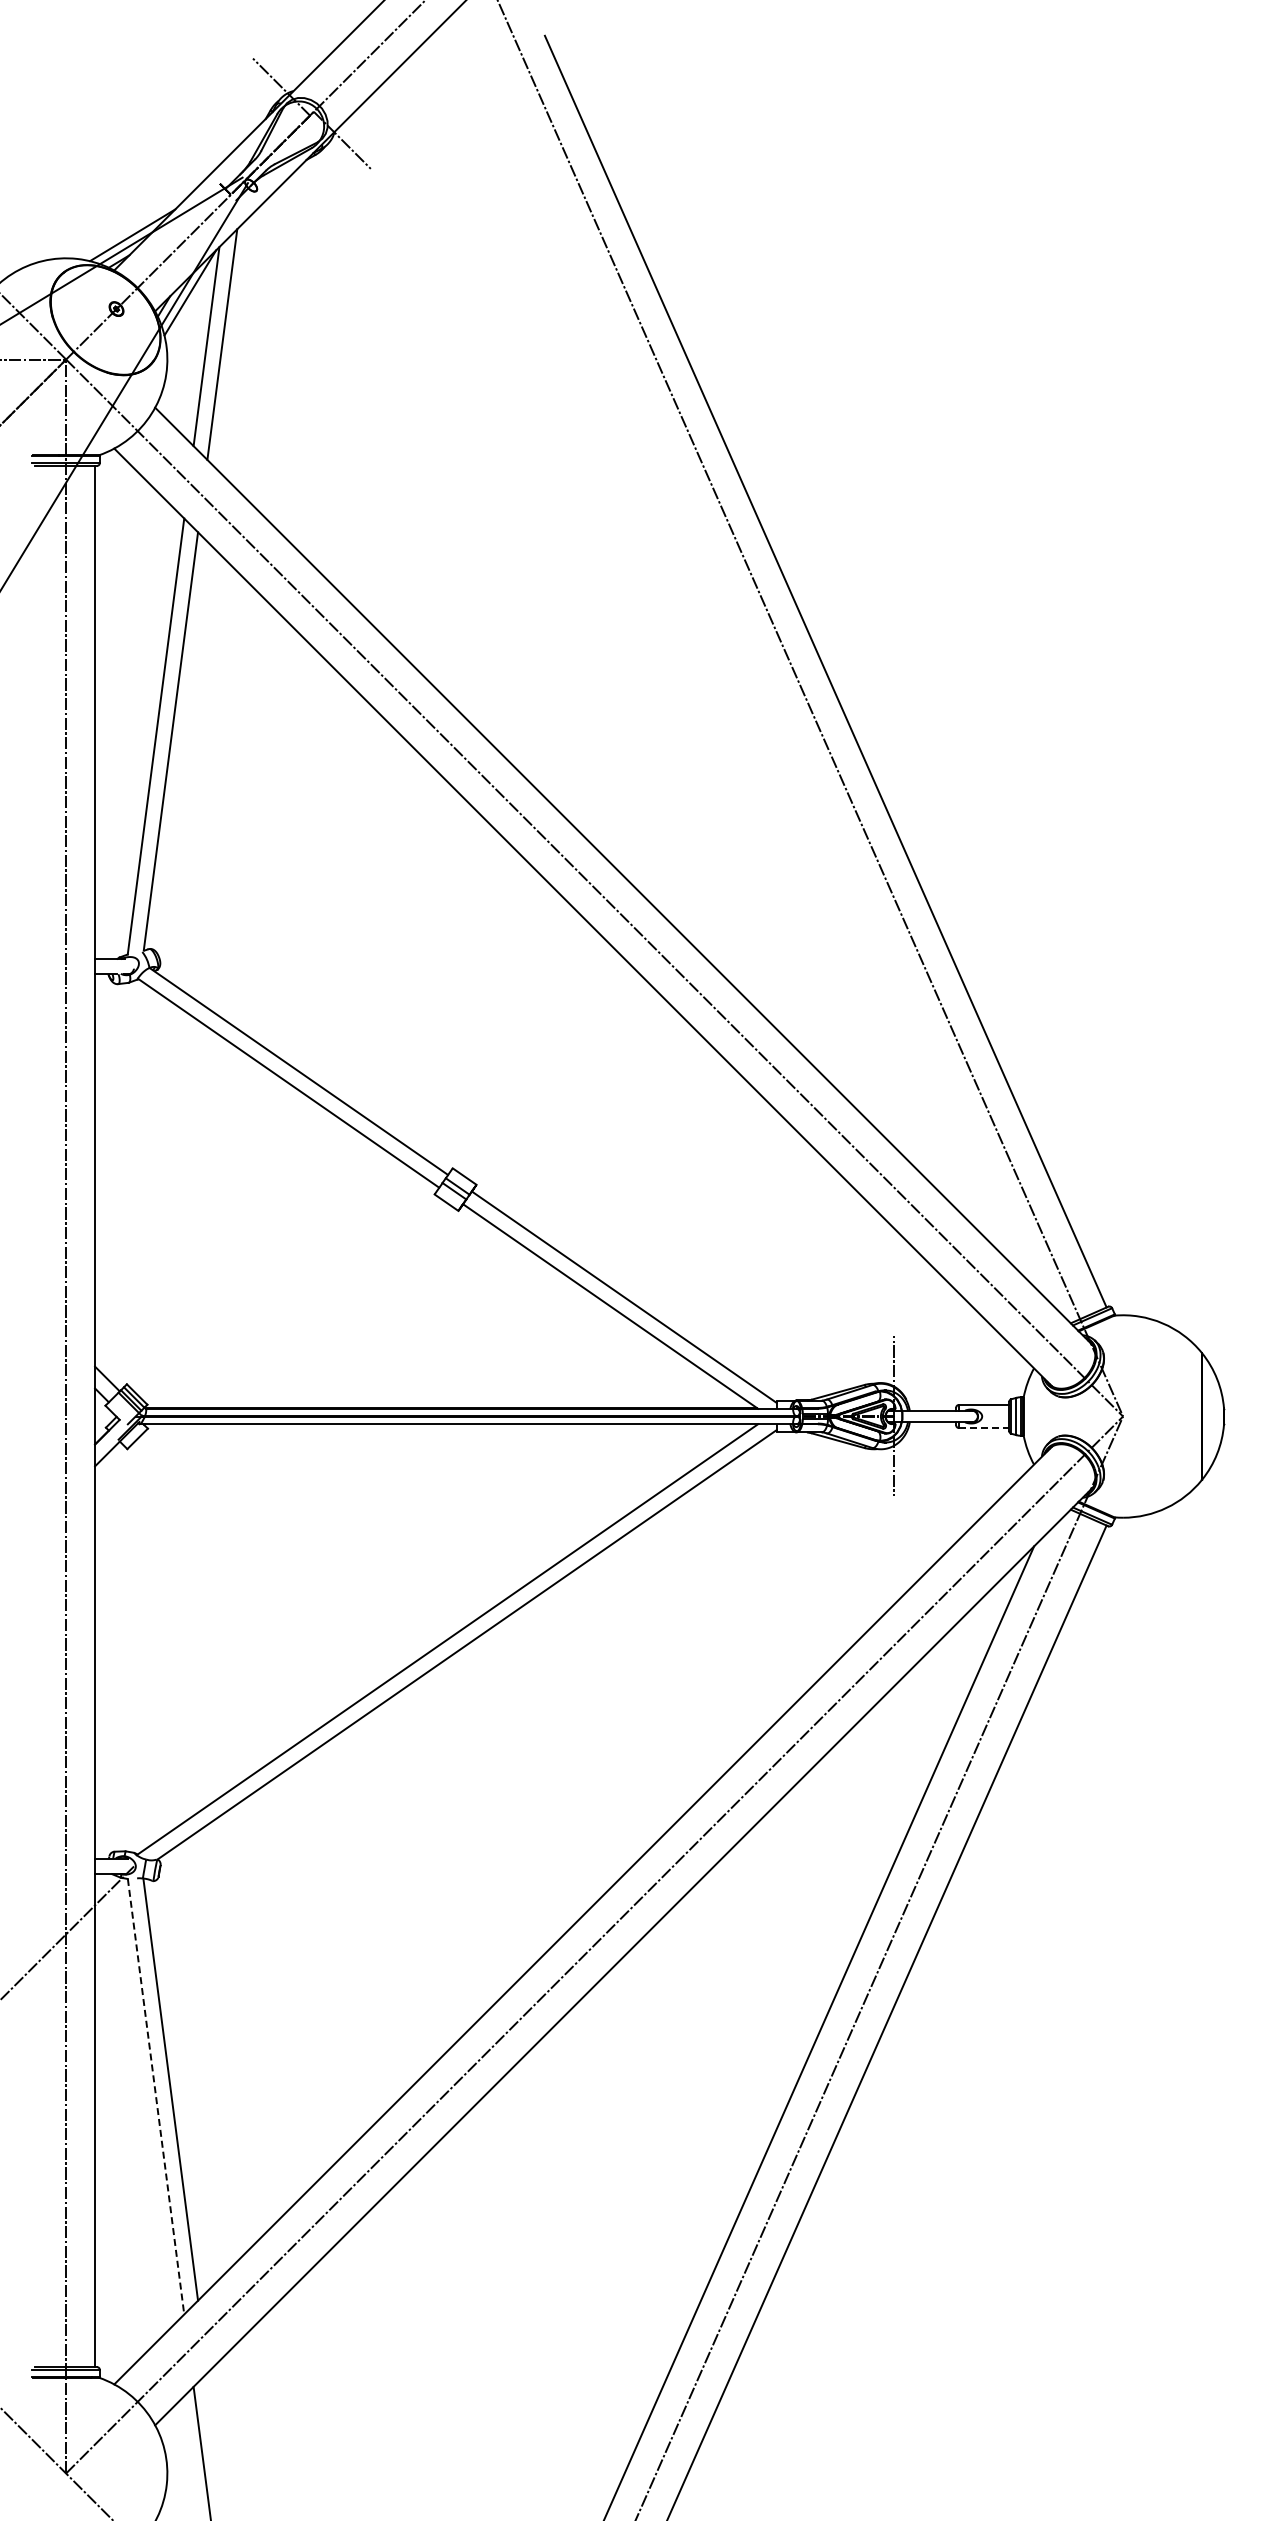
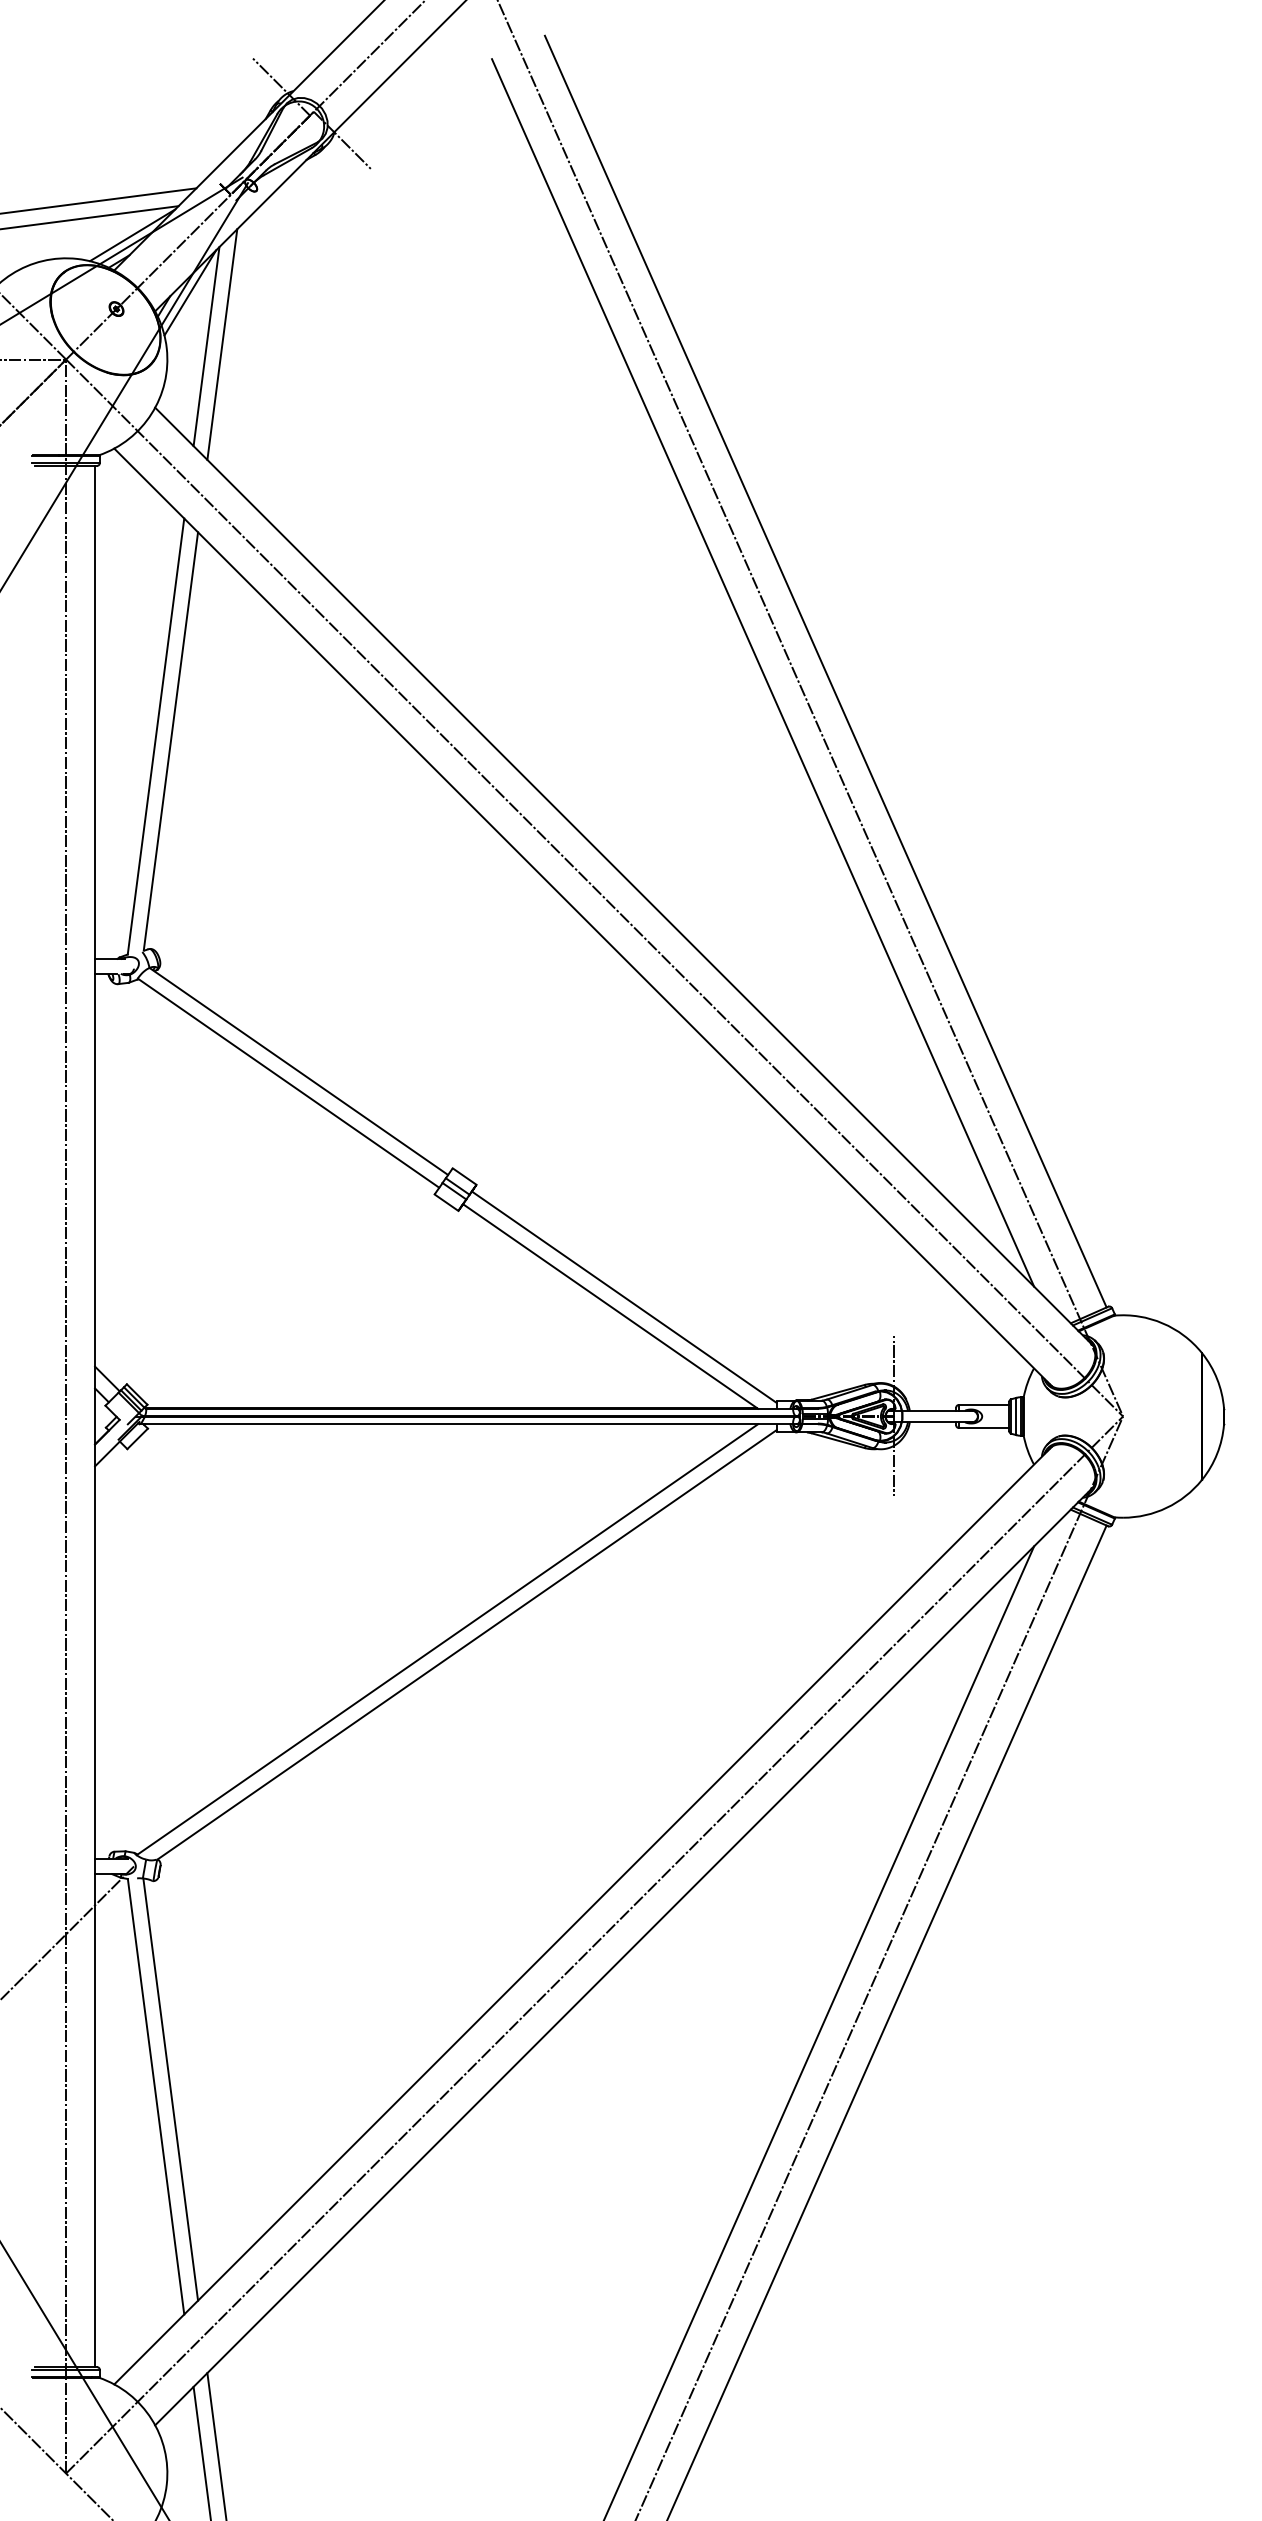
line at (99, 200): none -> present
line at (90, 217): none -> present
line at (763, 672): none -> present
line at (984, 1428): dashed -> solid
line at (156, 2096): dashed -> solid
line at (84, 2381): none -> present
line at (216, 2445): none -> present
